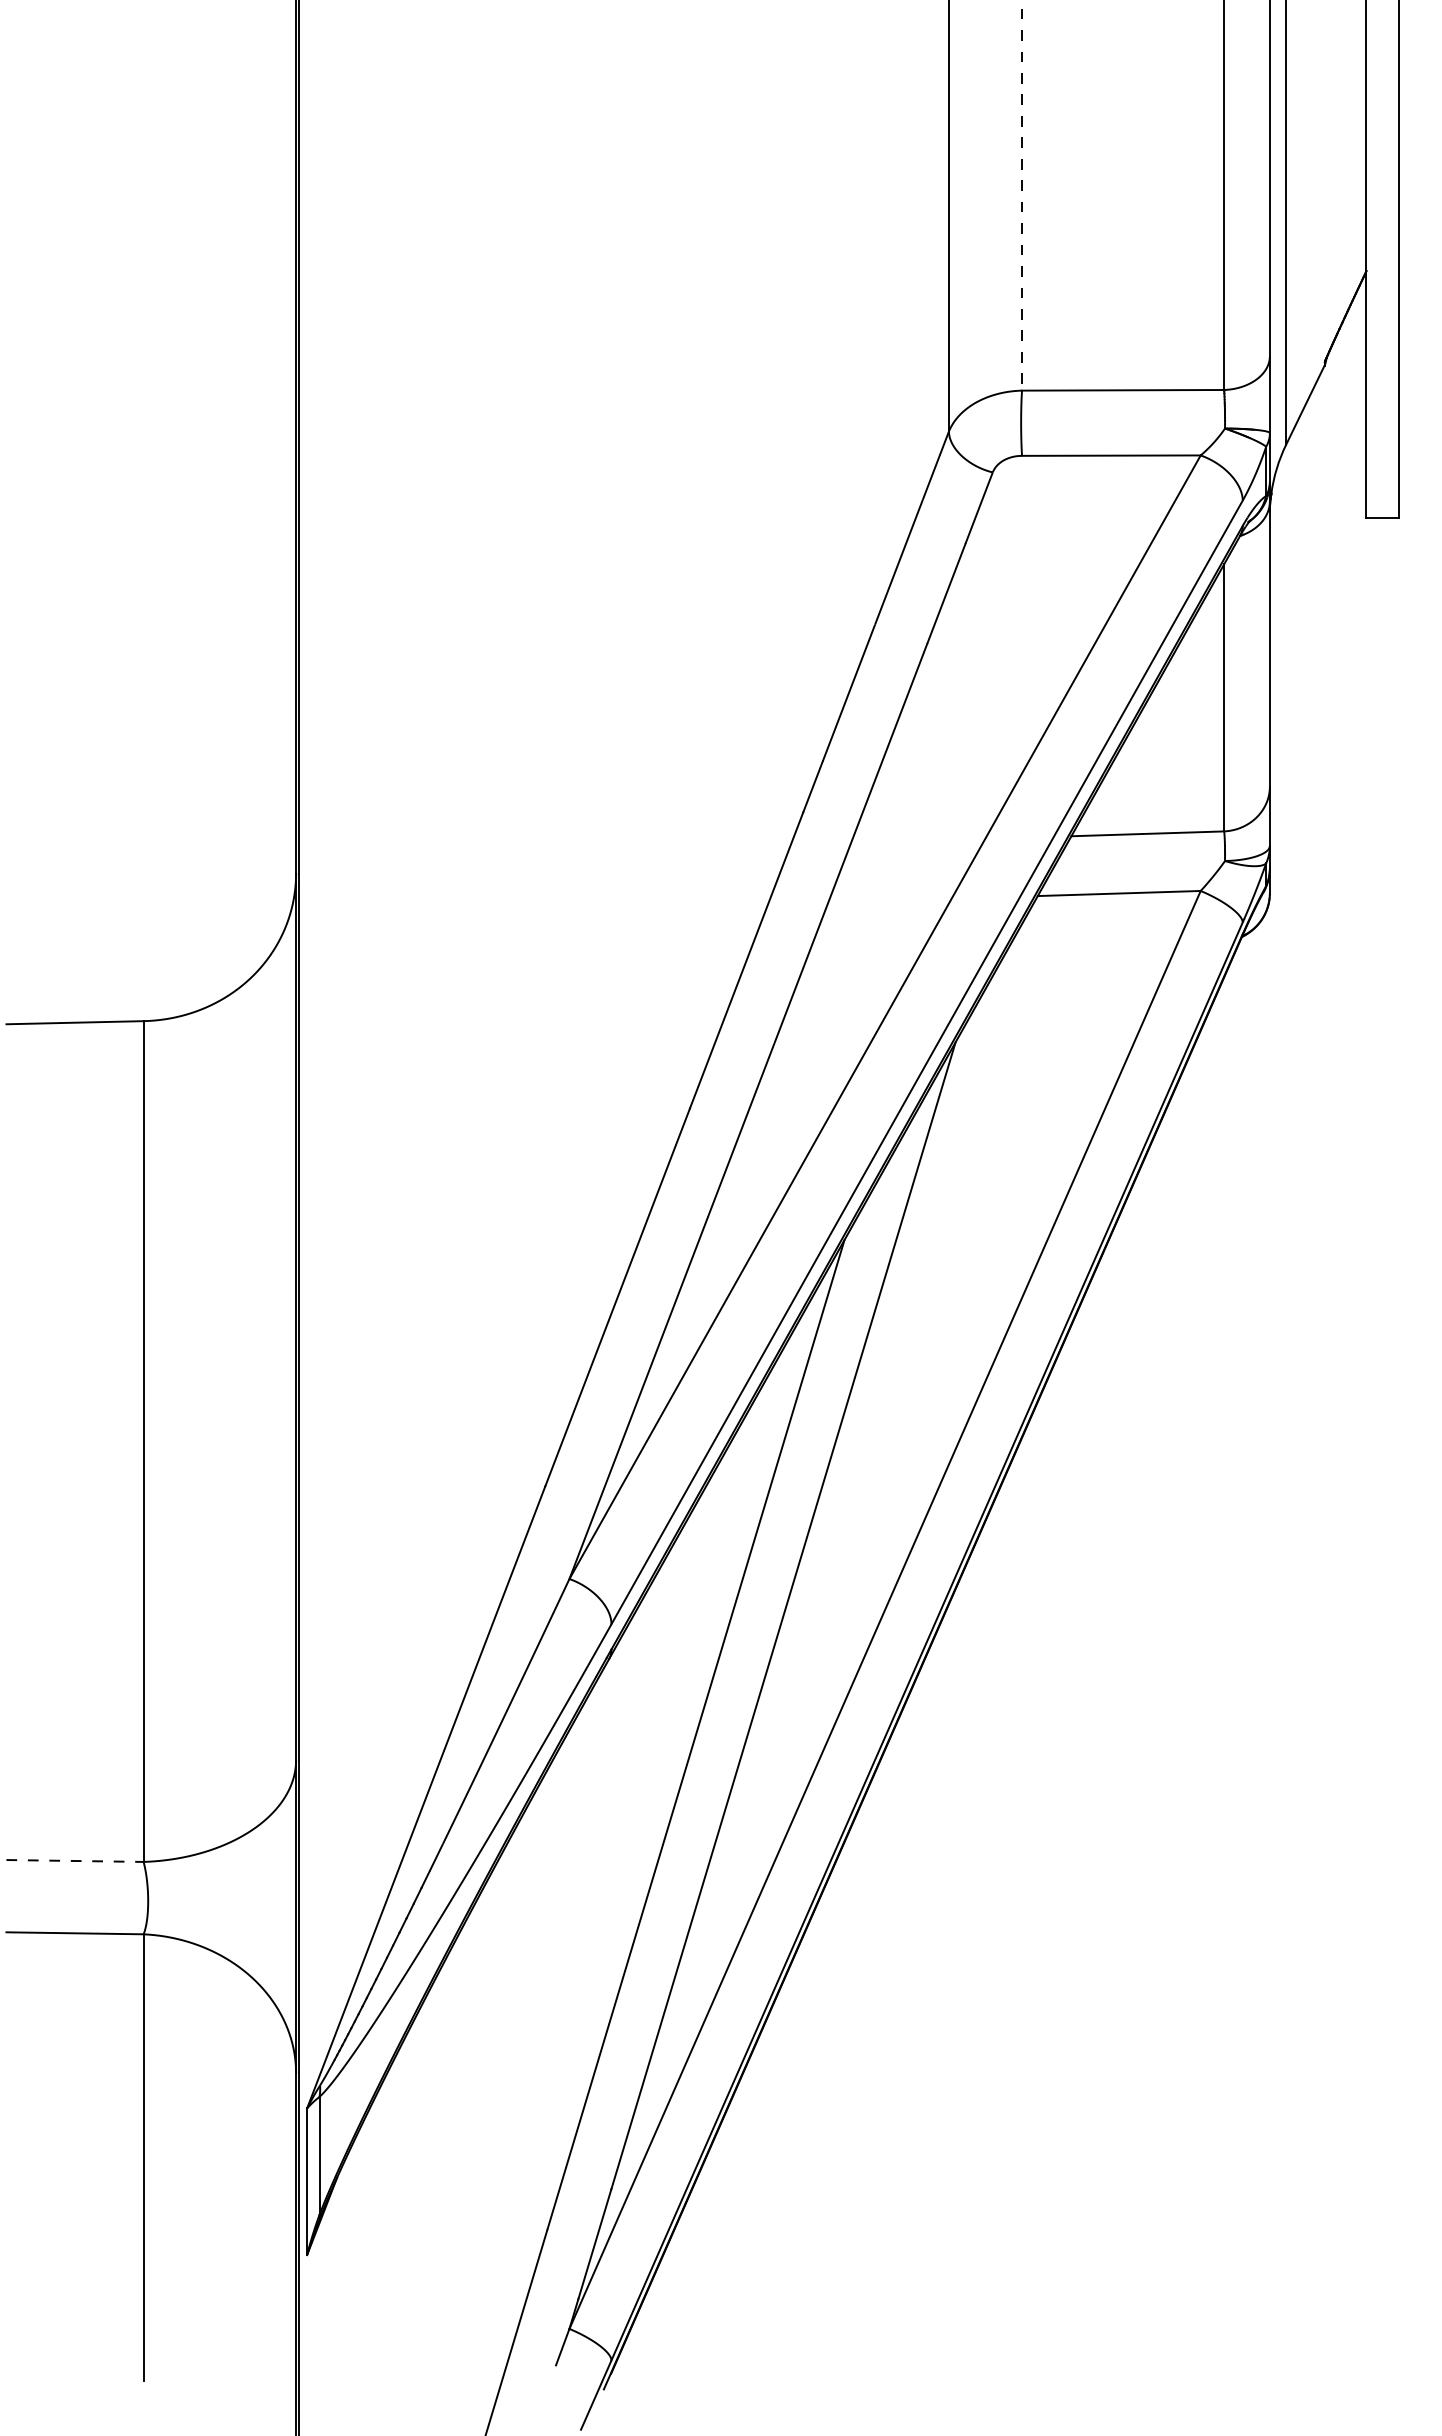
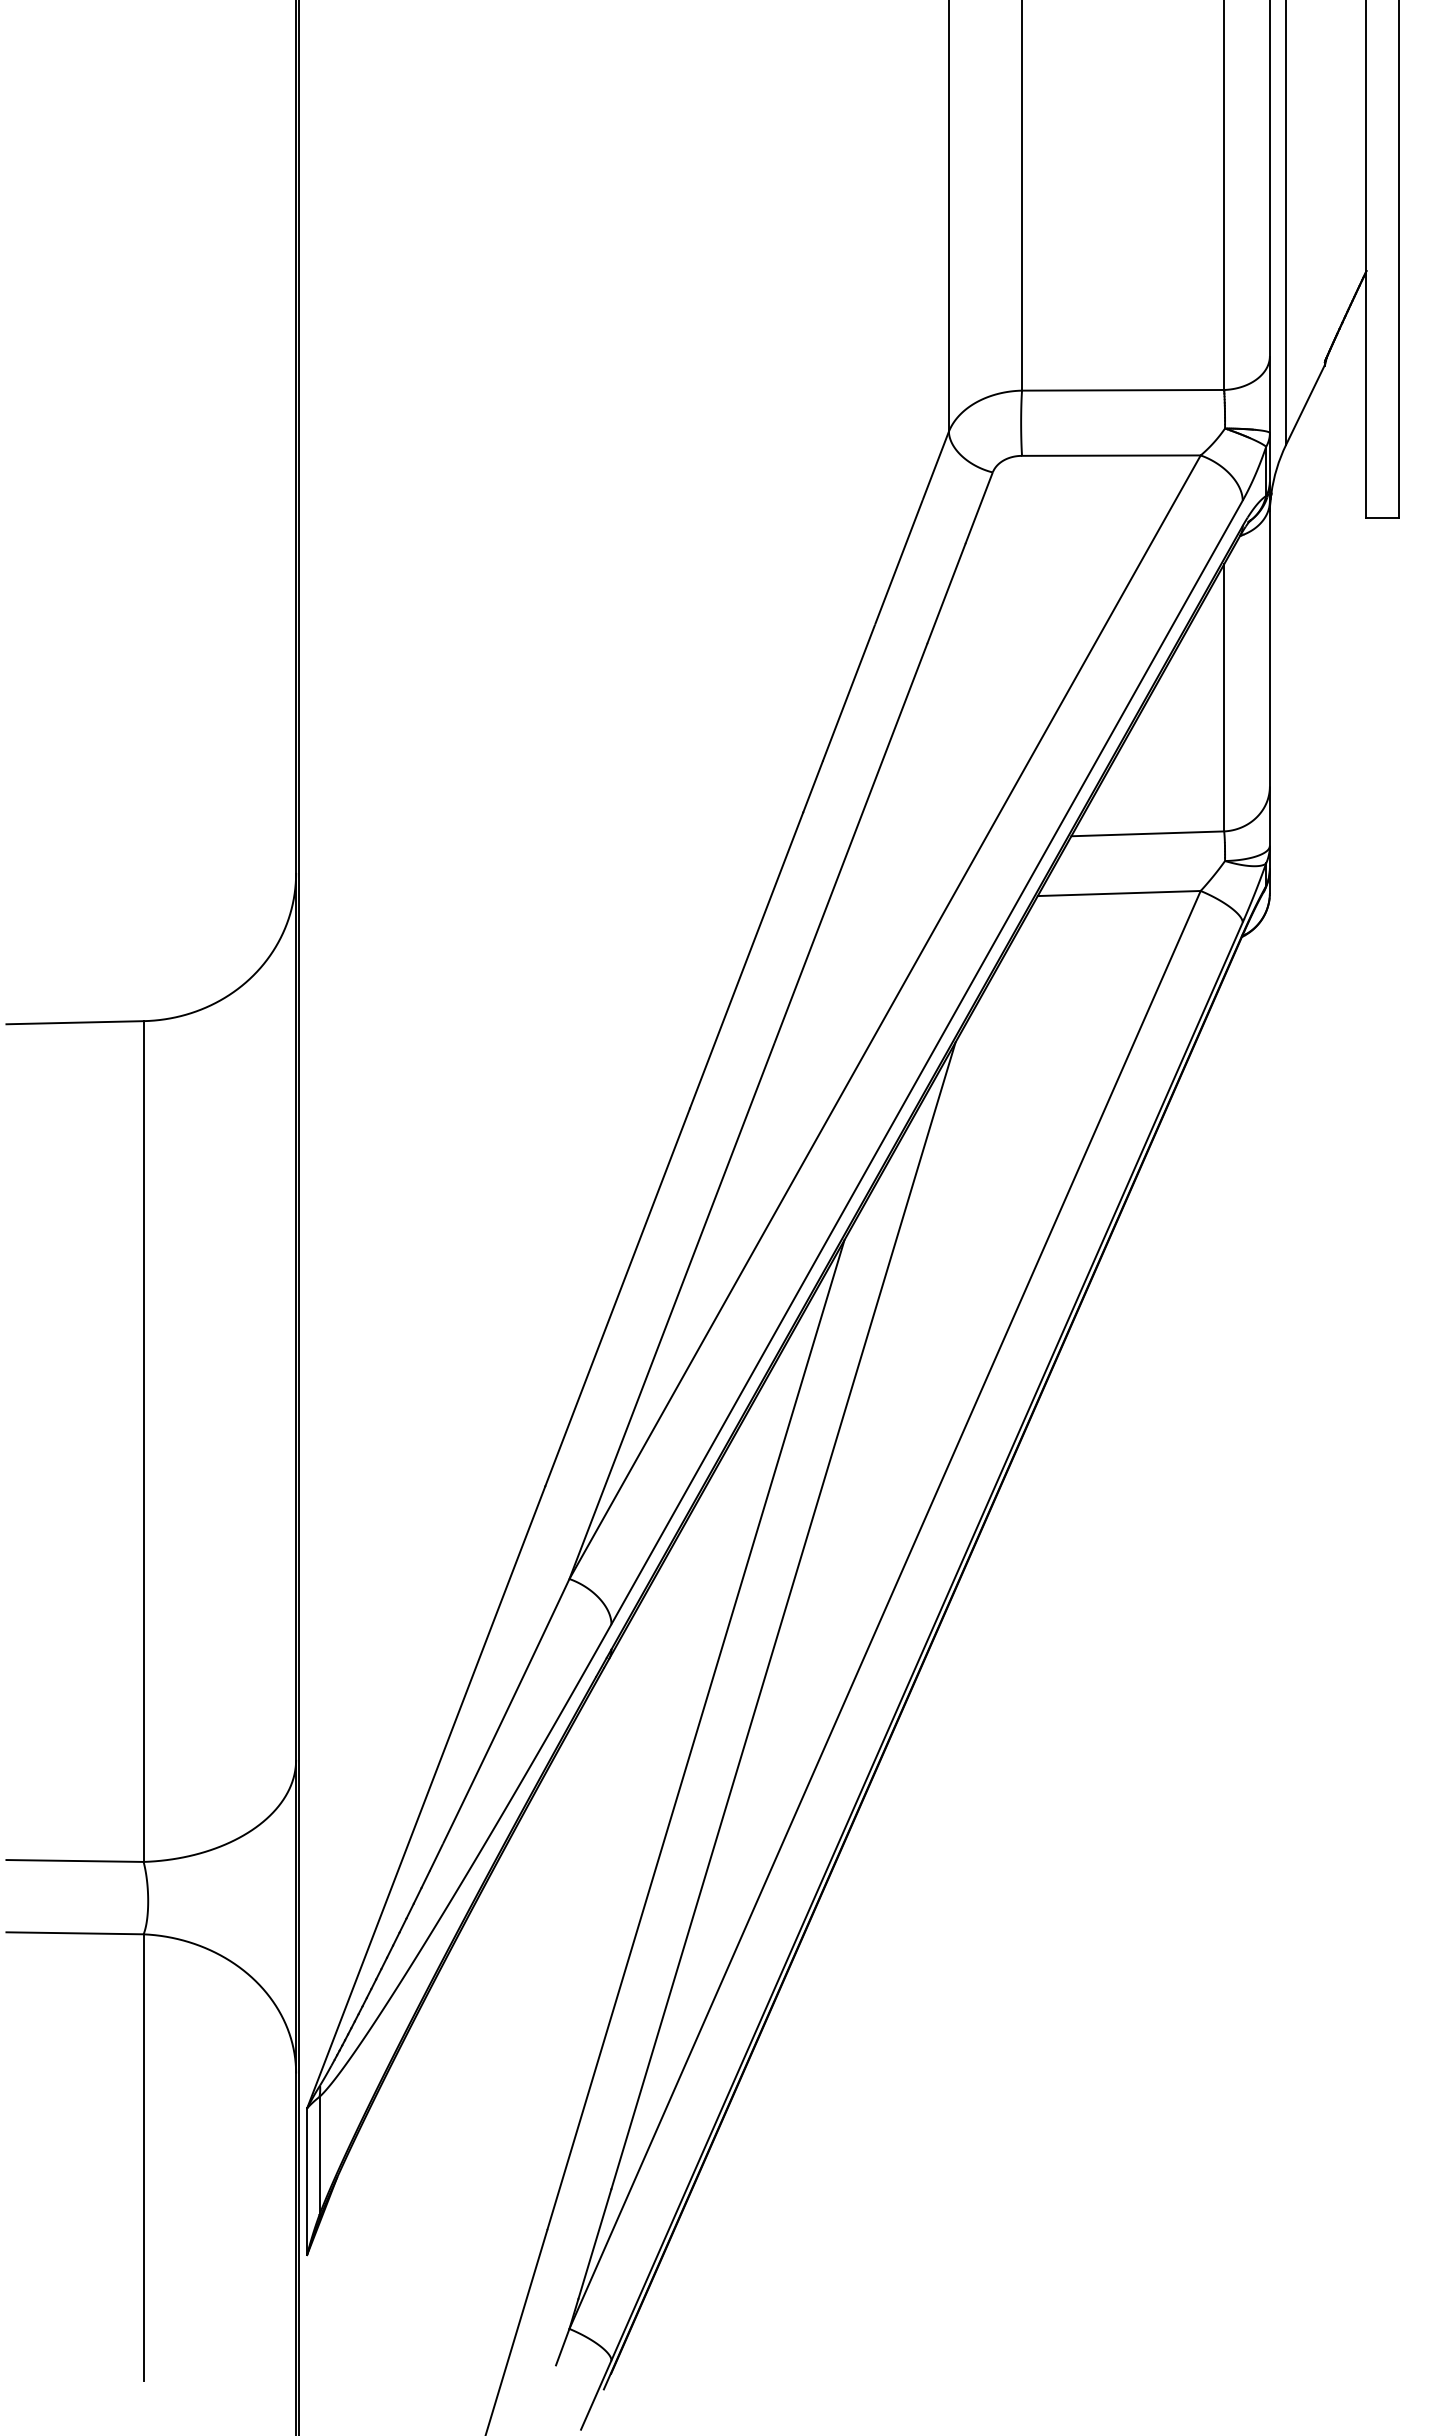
line at (1022, 195): dashed -> solid
line at (75, 1860): dashed -> solid
